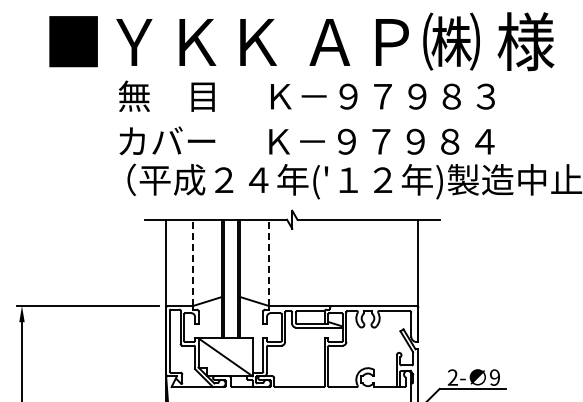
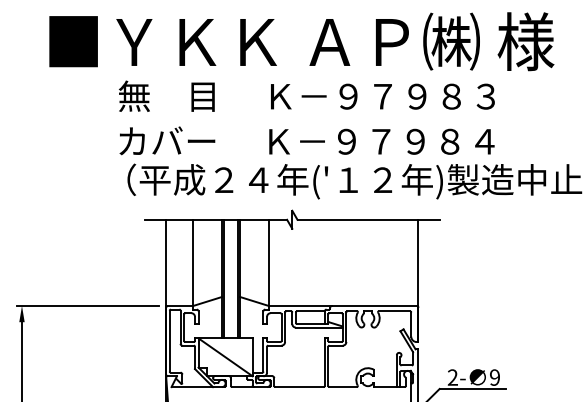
line at (193, 262): dashed -> solid
line at (268, 262): dashed -> solid
